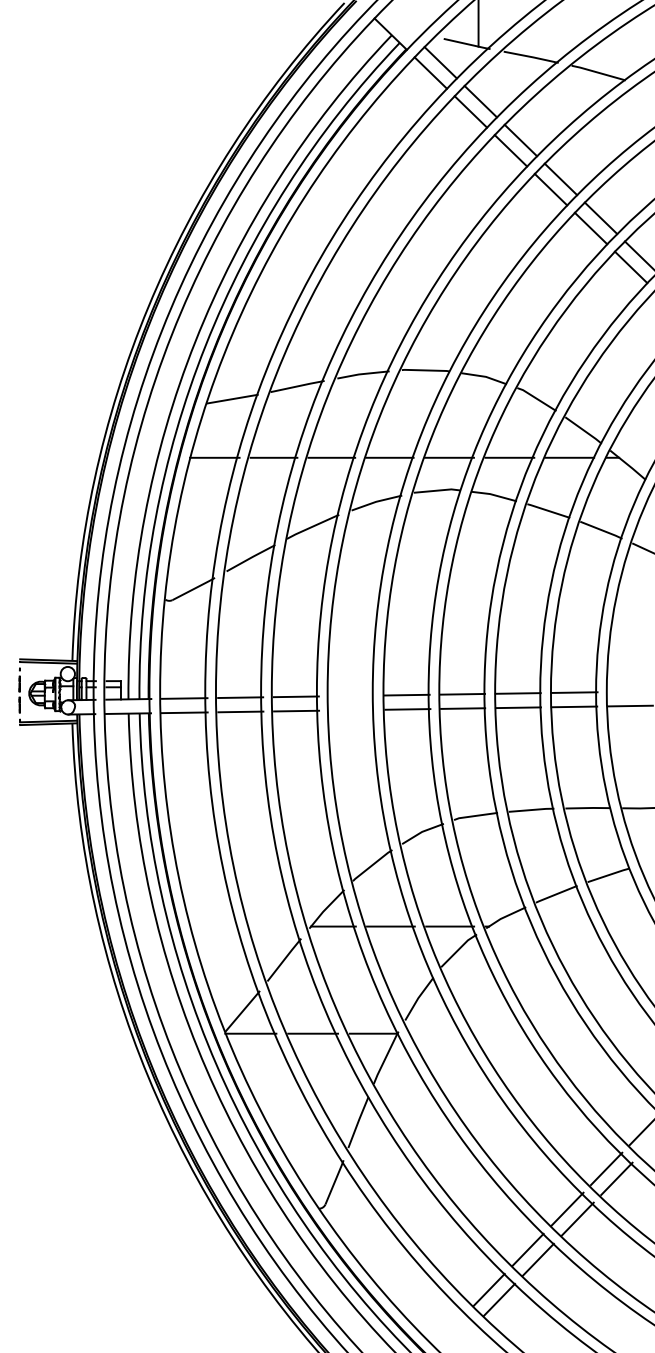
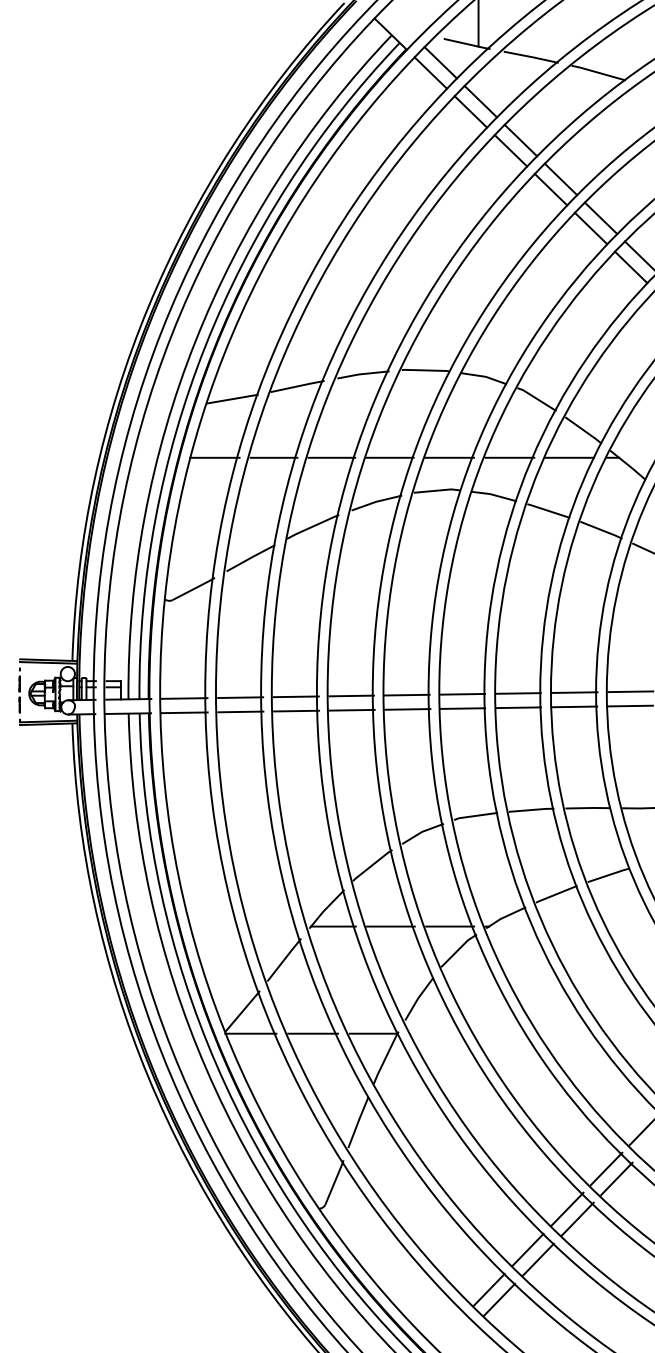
line at (629, 691): none -> present
line at (351, 695): none -> present
line at (351, 709): none -> present
